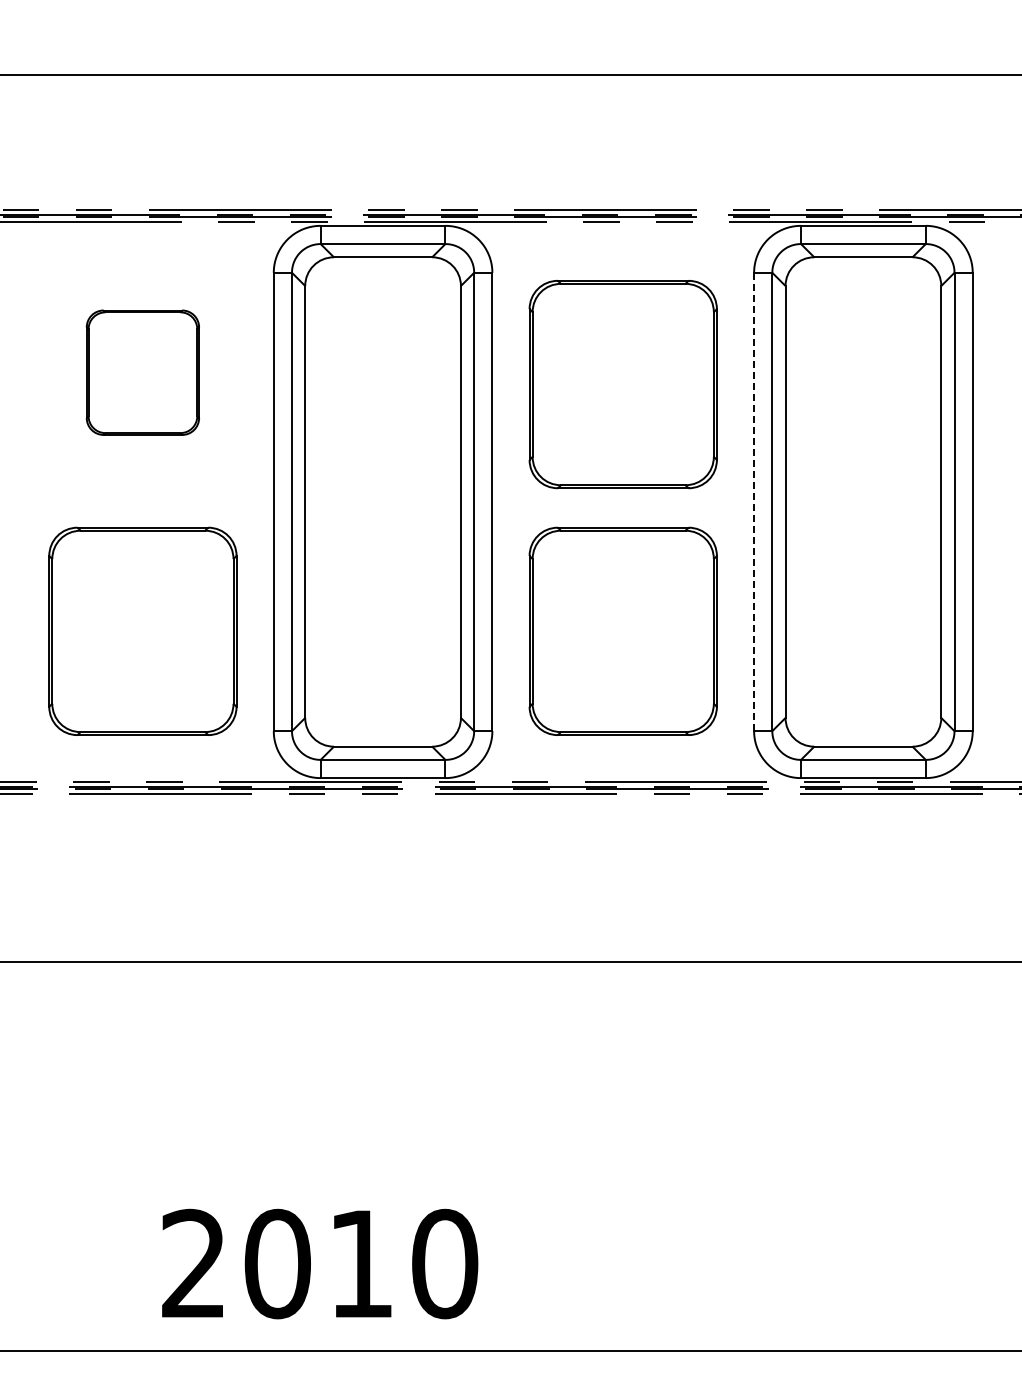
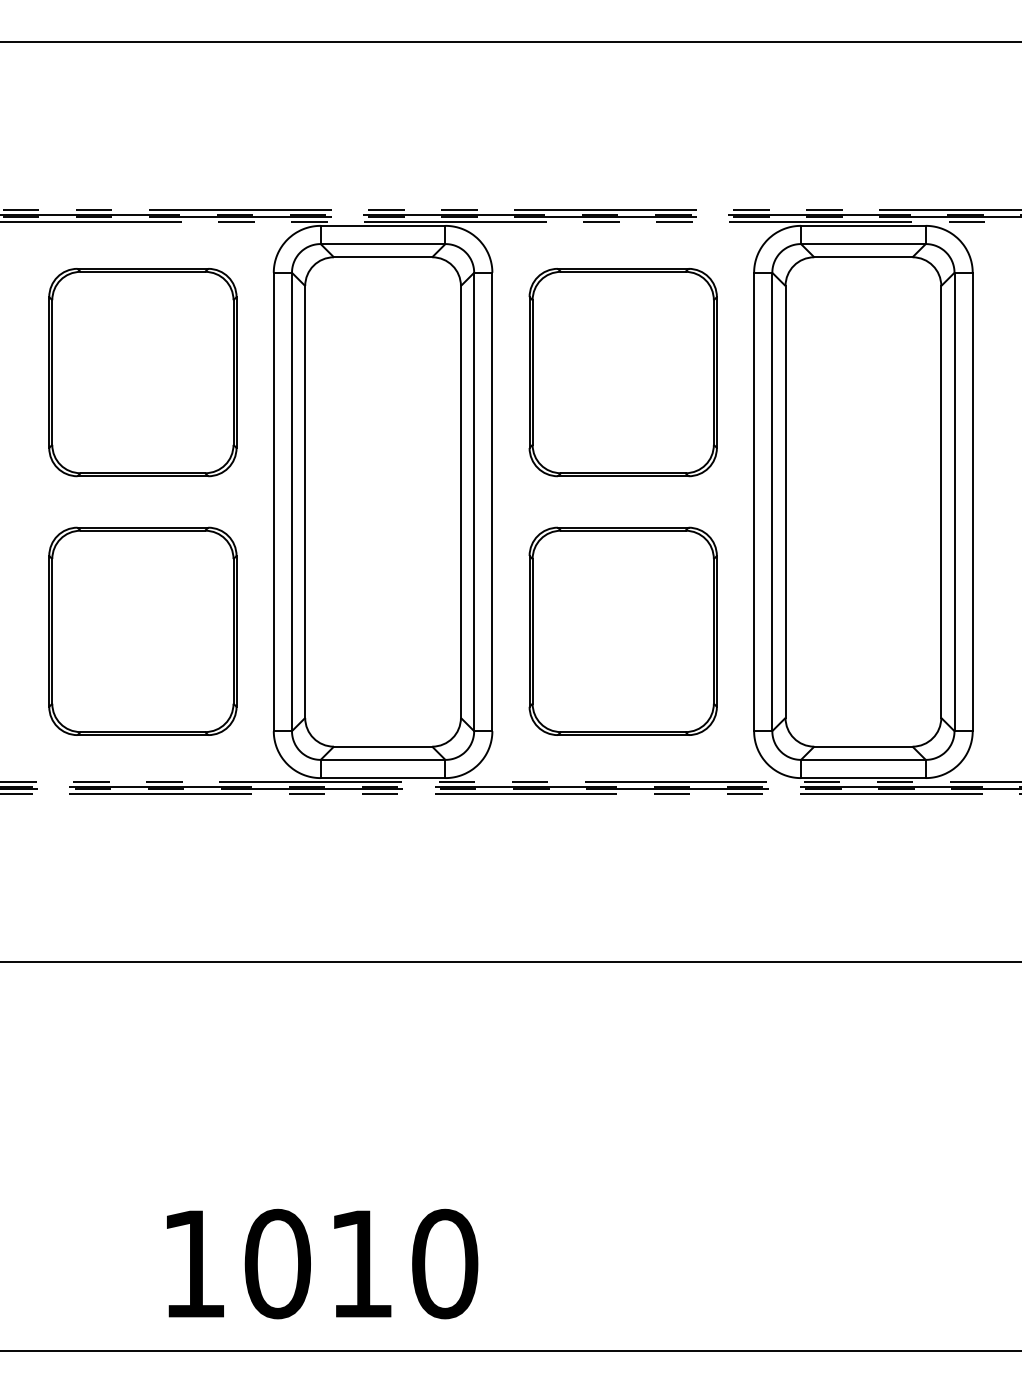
line at (510, 74) position: (510, 74) -> (510, 41)
part at (142, 372) size: 115x127 px -> 190x210 px
part at (622, 384) position: (622, 384) -> (622, 372)
line at (754, 501): dashed -> solid
text at (192, 1262): 2010 -> 1010
